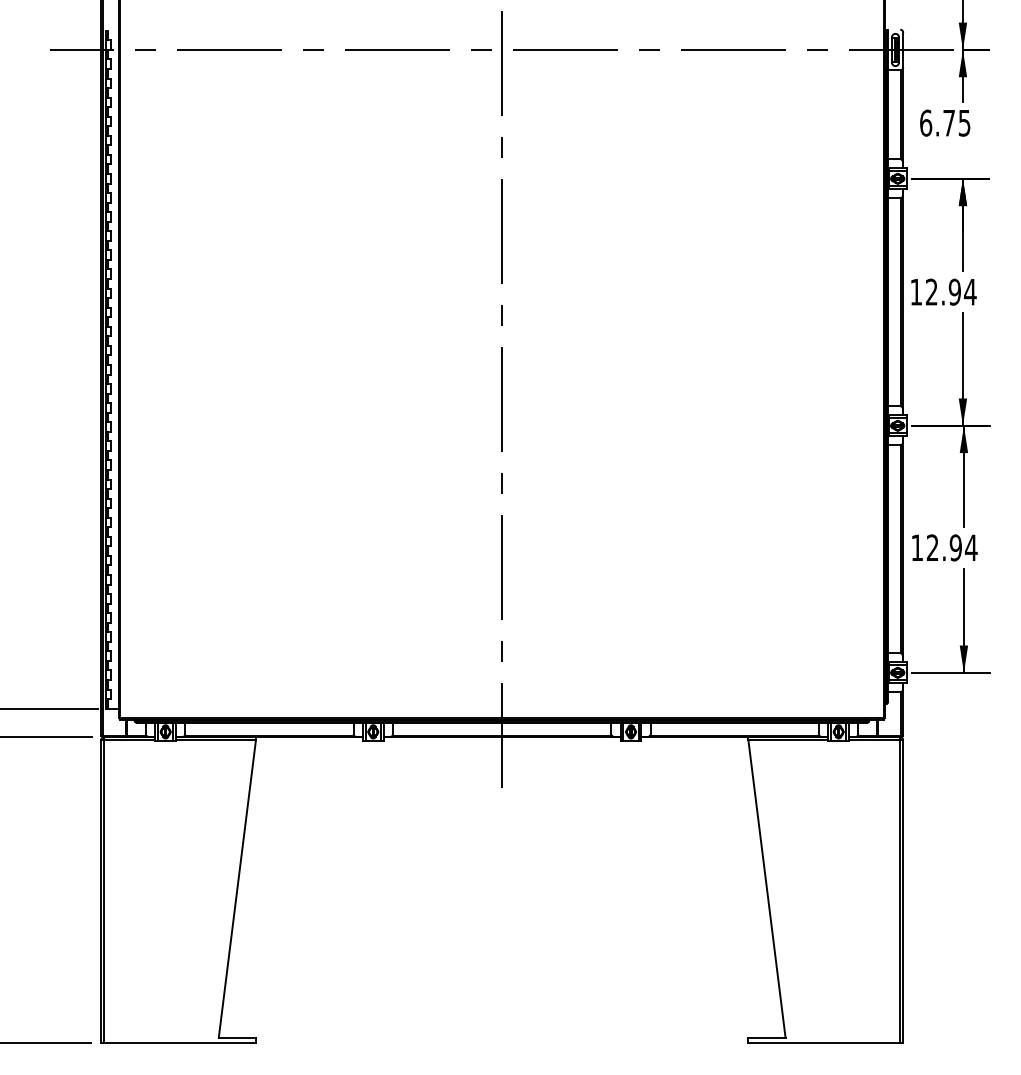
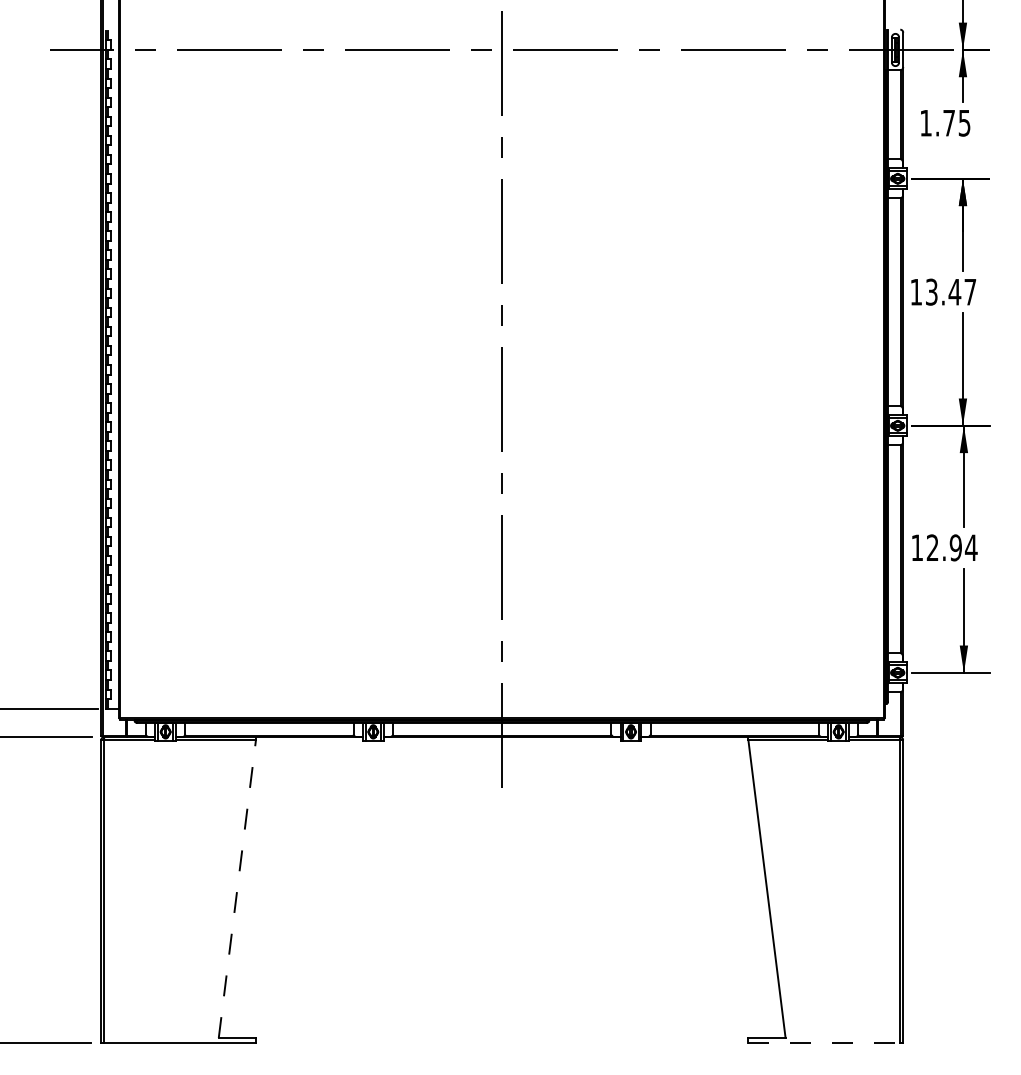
text at (926, 122): 6.75 -> 1.75
text at (951, 291): 12.94 -> 13.47
line at (237, 888): solid -> dashed
line at (824, 1042): solid -> dashed
